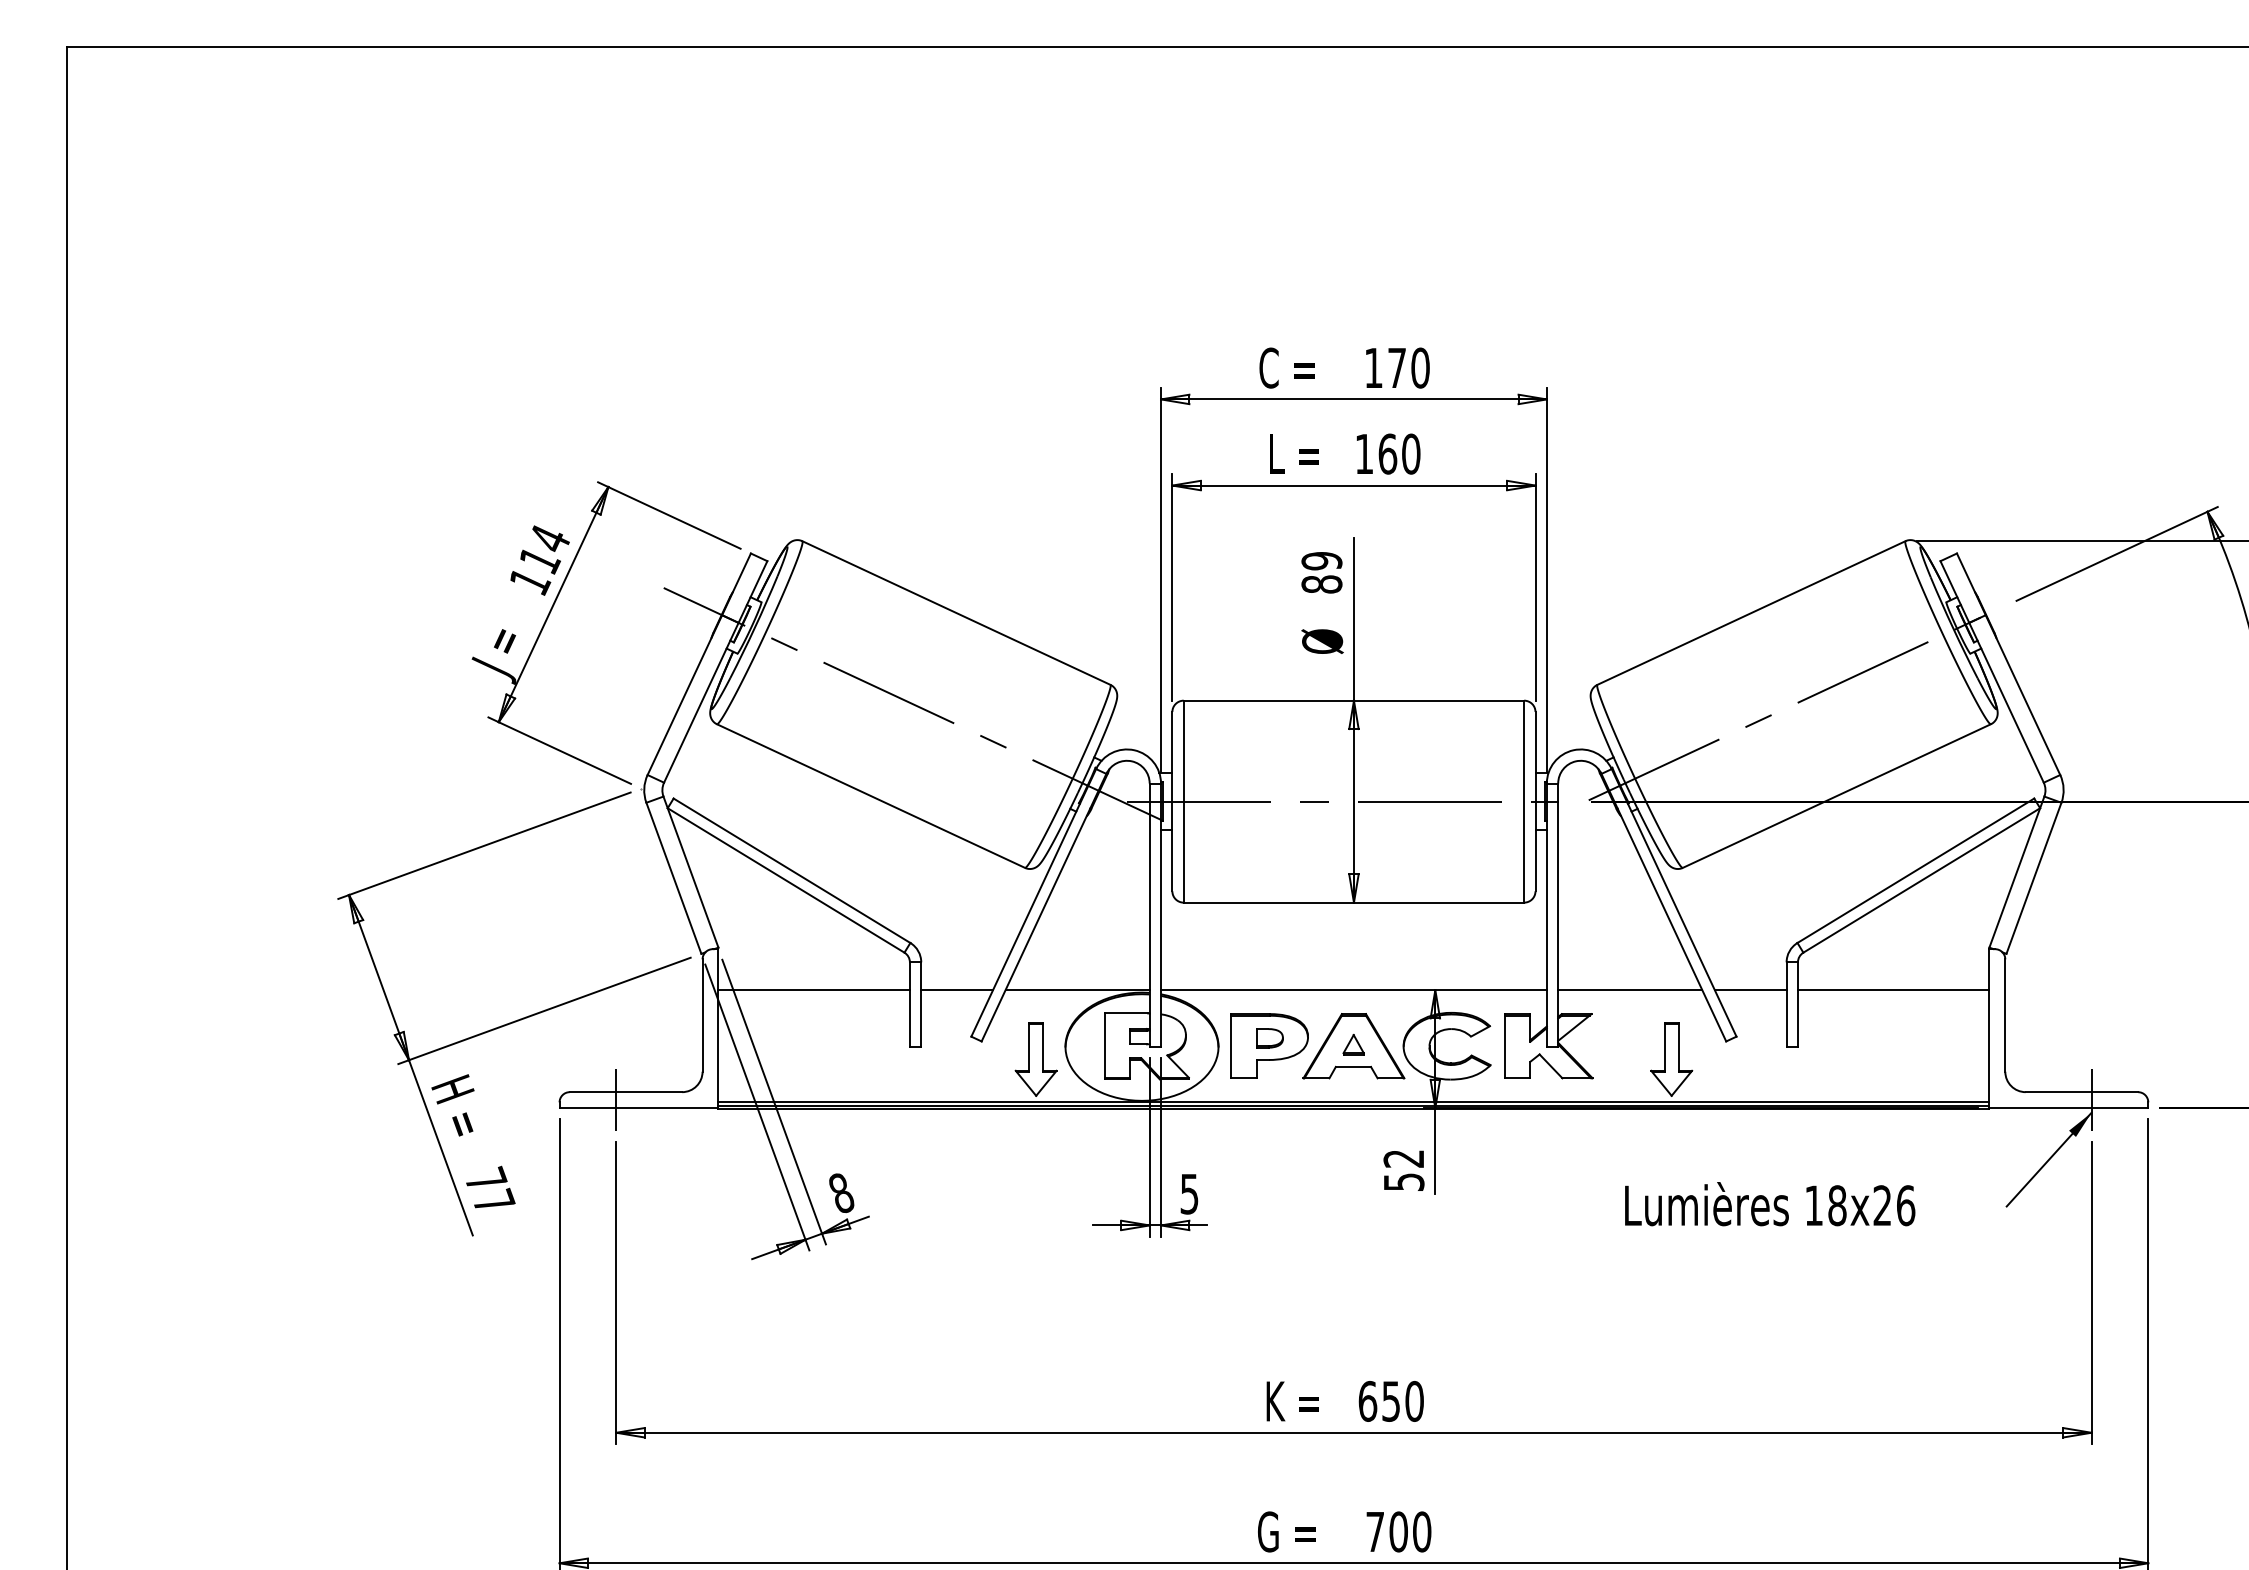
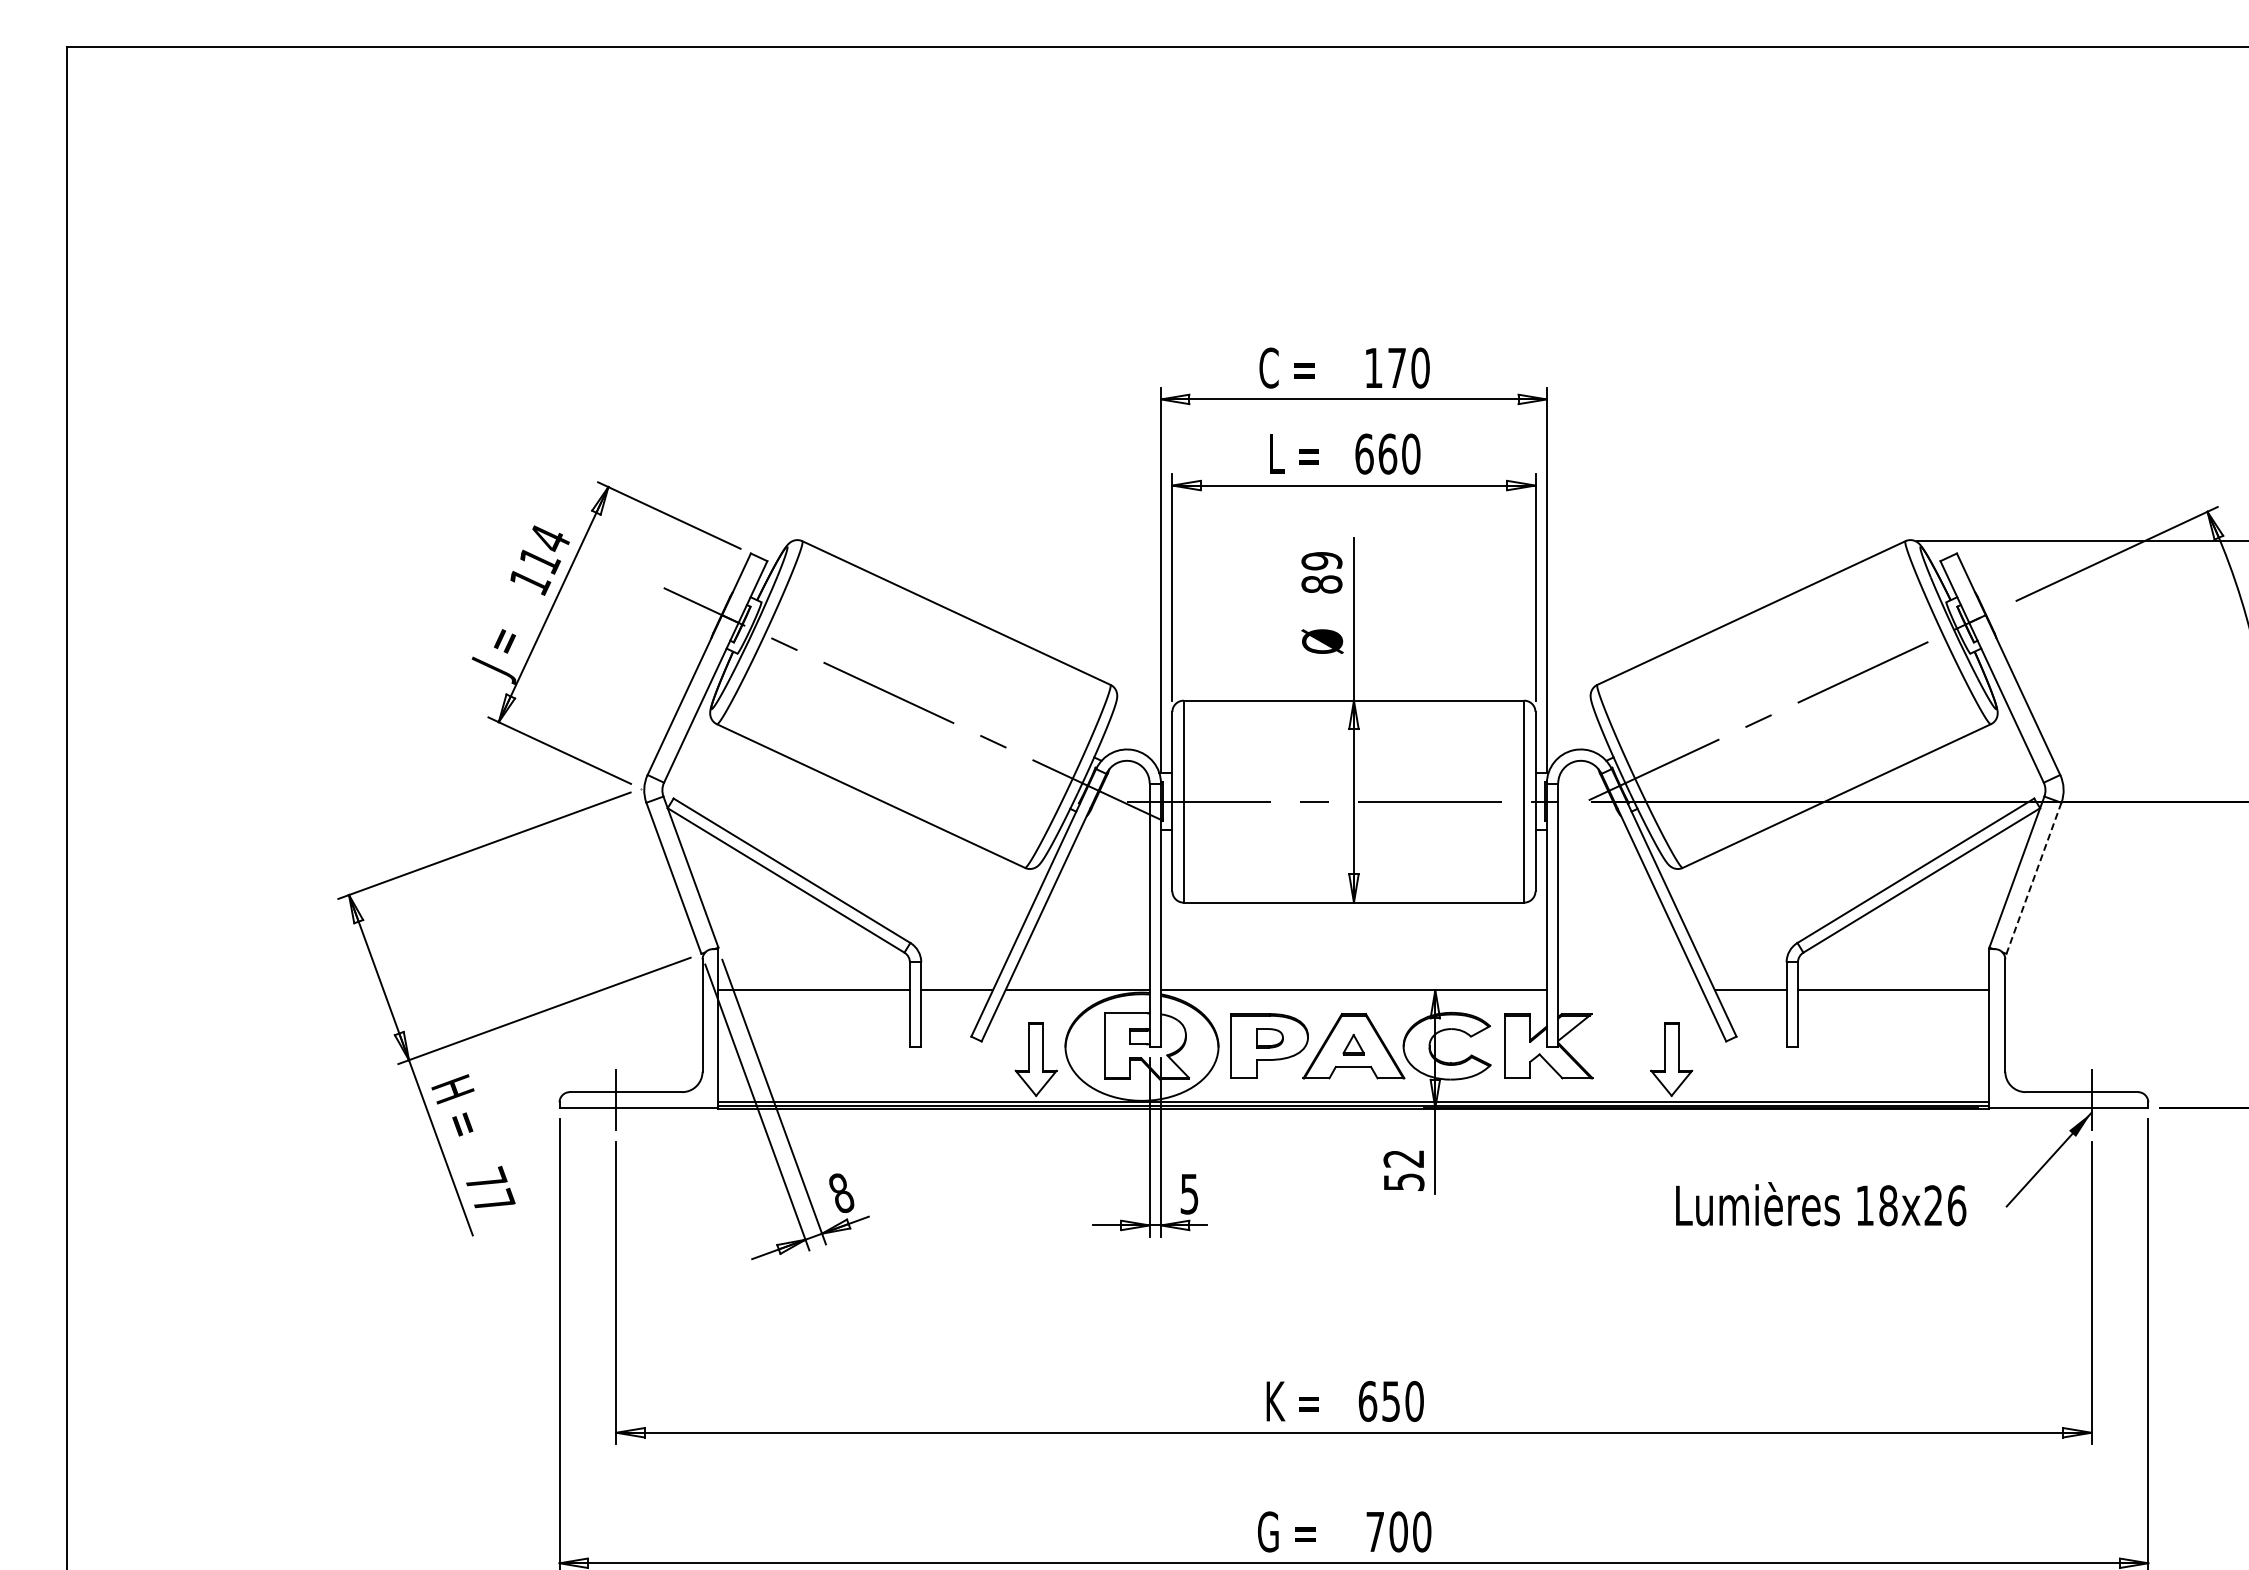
text at (1364, 453): 160 -> 660
line at (2033, 878): solid -> dashed
line at (1630, 990): present -> none
text at (1770, 1204) position: (1770, 1204) -> (1821, 1204)
